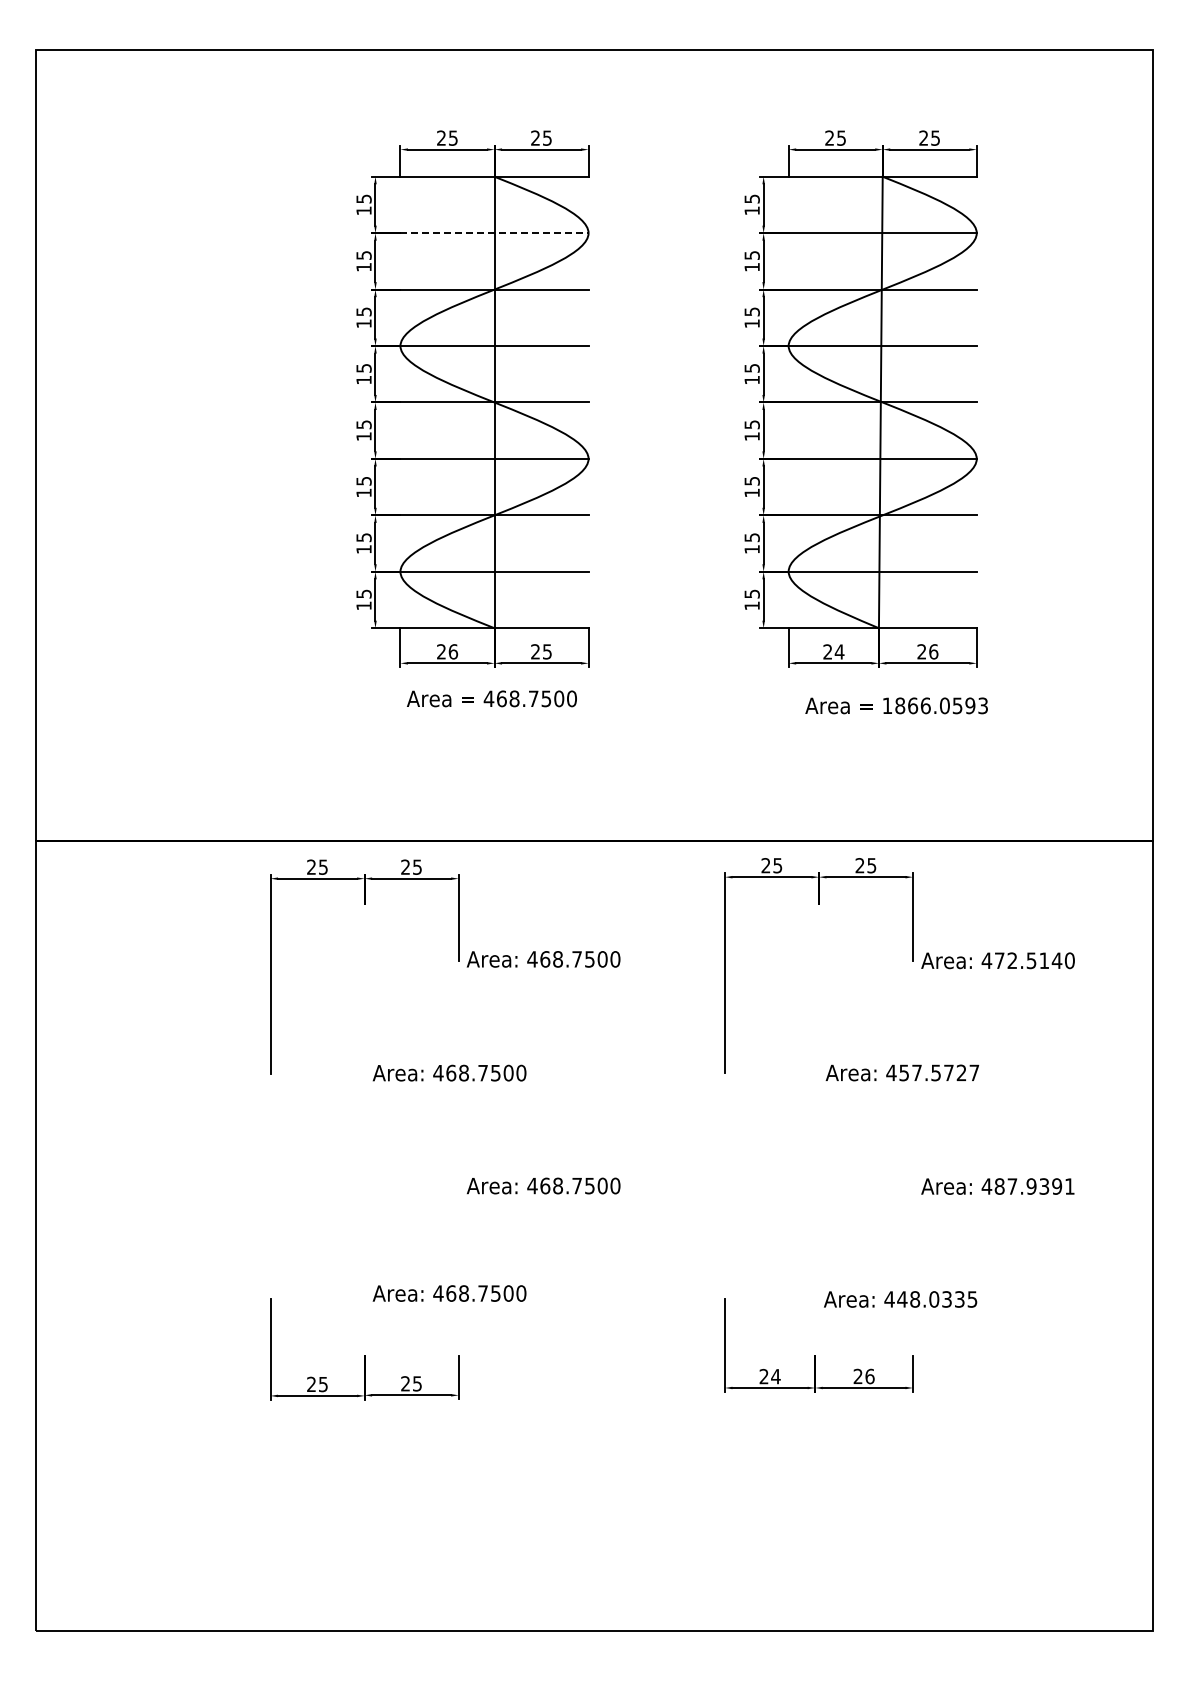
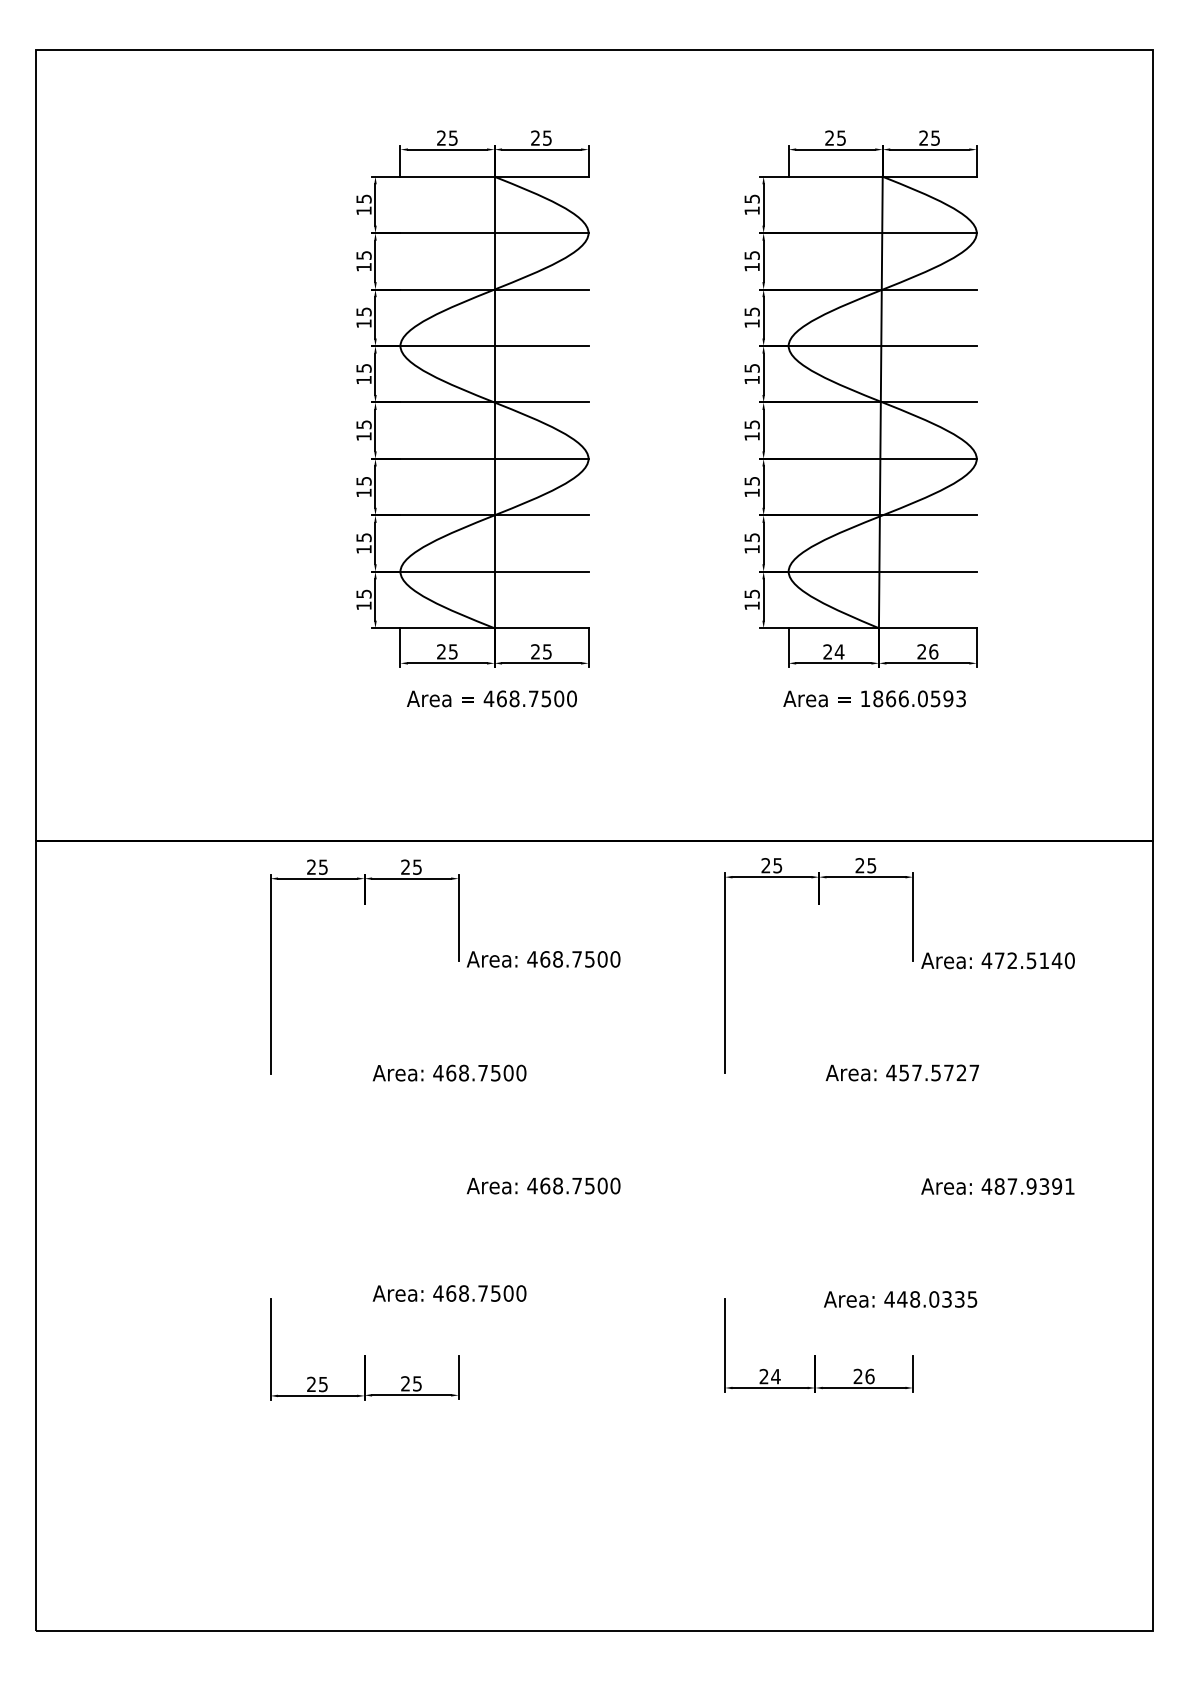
line at (495, 233): dashed -> solid
text at (453, 651): 26 -> 25
text at (896, 705) position: (896, 705) -> (874, 698)
